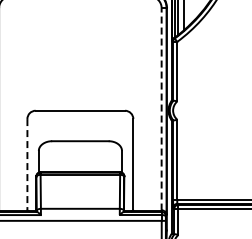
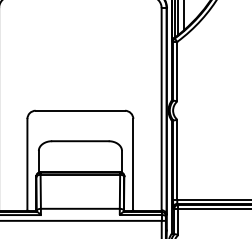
line at (161, 108): dashed -> solid
line at (27, 164): dashed -> solid
